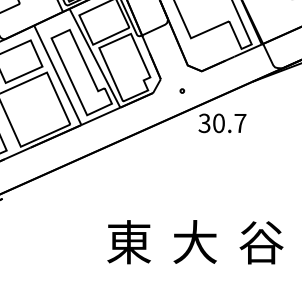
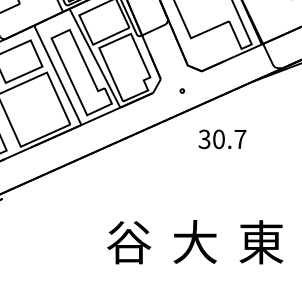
text at (222, 123) position: (222, 123) -> (222, 139)
text at (129, 242): 東 -> 谷
text at (261, 242): 谷 -> 東
